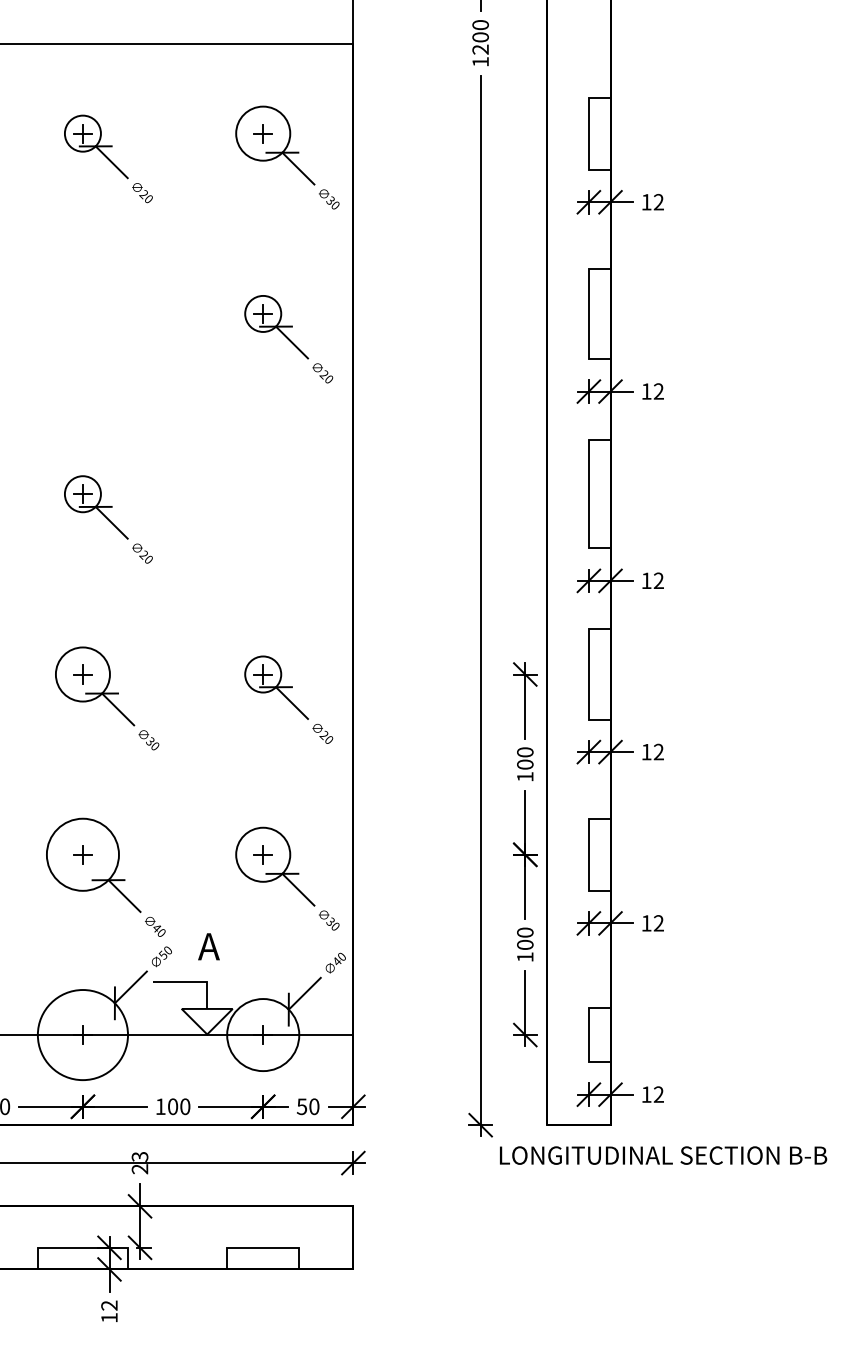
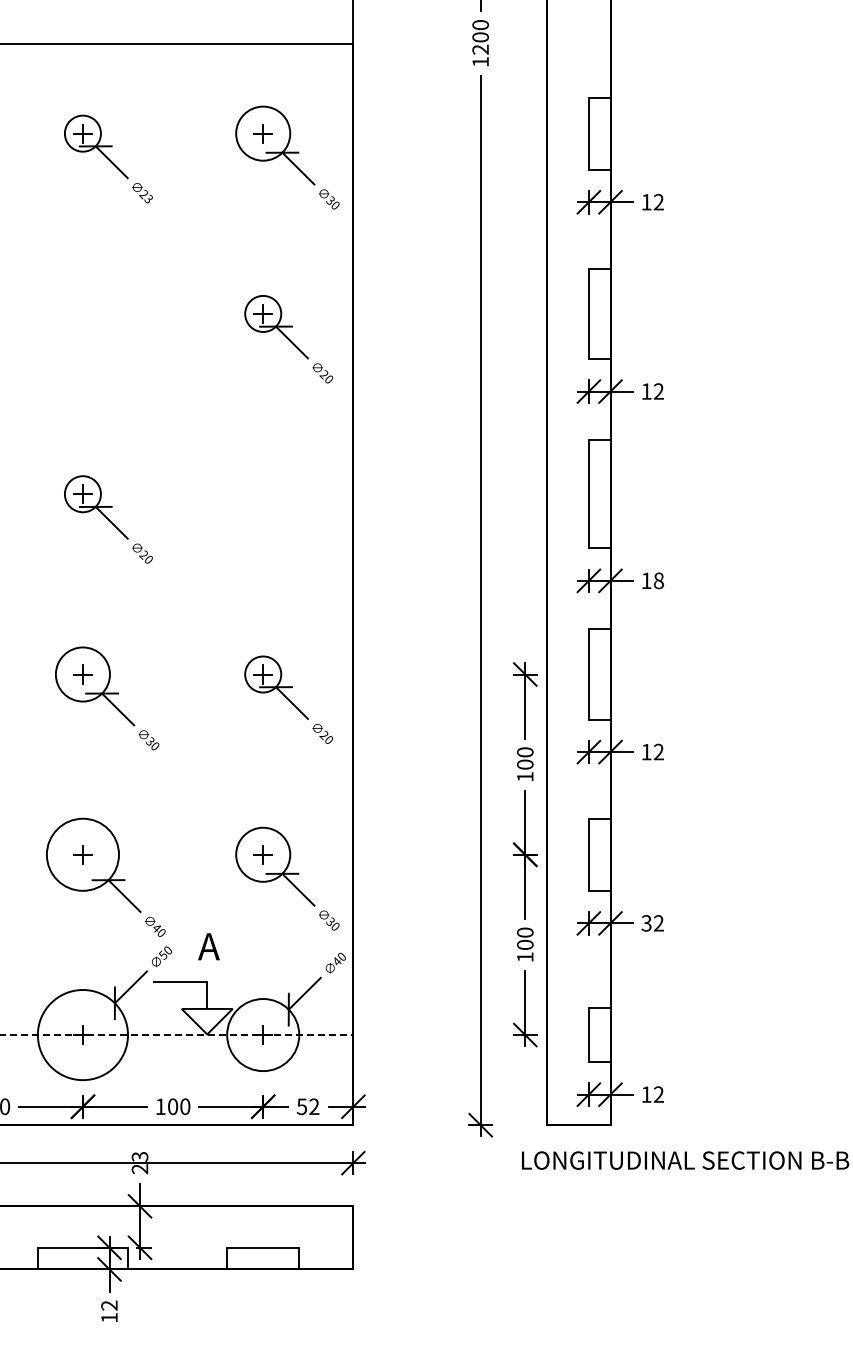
text at (148, 198): 20 -> 23
text at (658, 580): 12 -> 18
text at (646, 923): 12 -> 32
line at (177, 1035): solid -> dashed
text at (314, 1106): 50 -> 52
text at (663, 1155) position: (663, 1155) -> (685, 1160)
